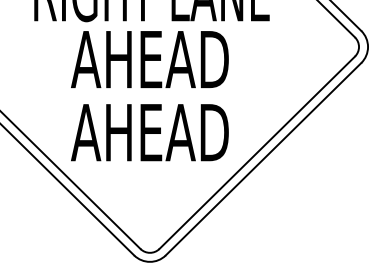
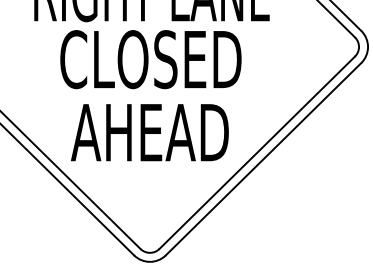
text at (150, 59): AHEAD -> CLOSED
